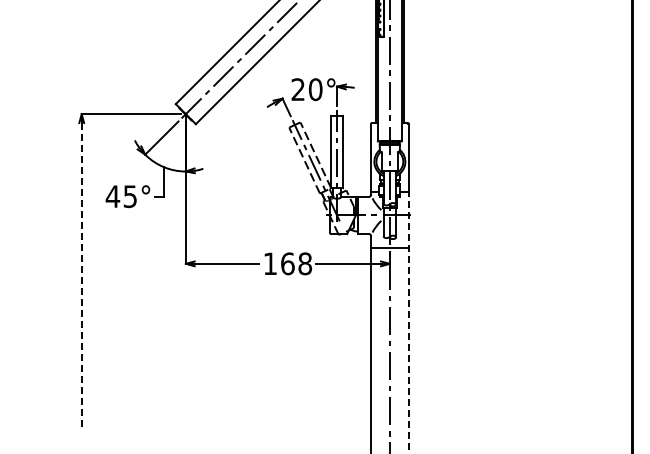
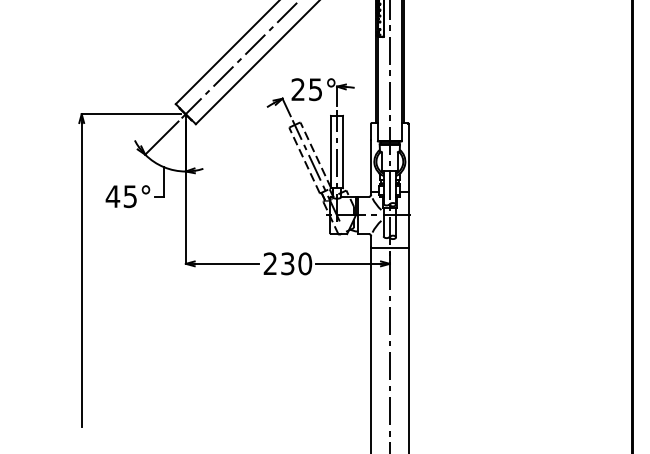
text at (315, 89): 20° -> 25°
text at (287, 263): 168 -> 230
line at (81, 274): dashed -> solid
line at (408, 322): dashed -> solid
